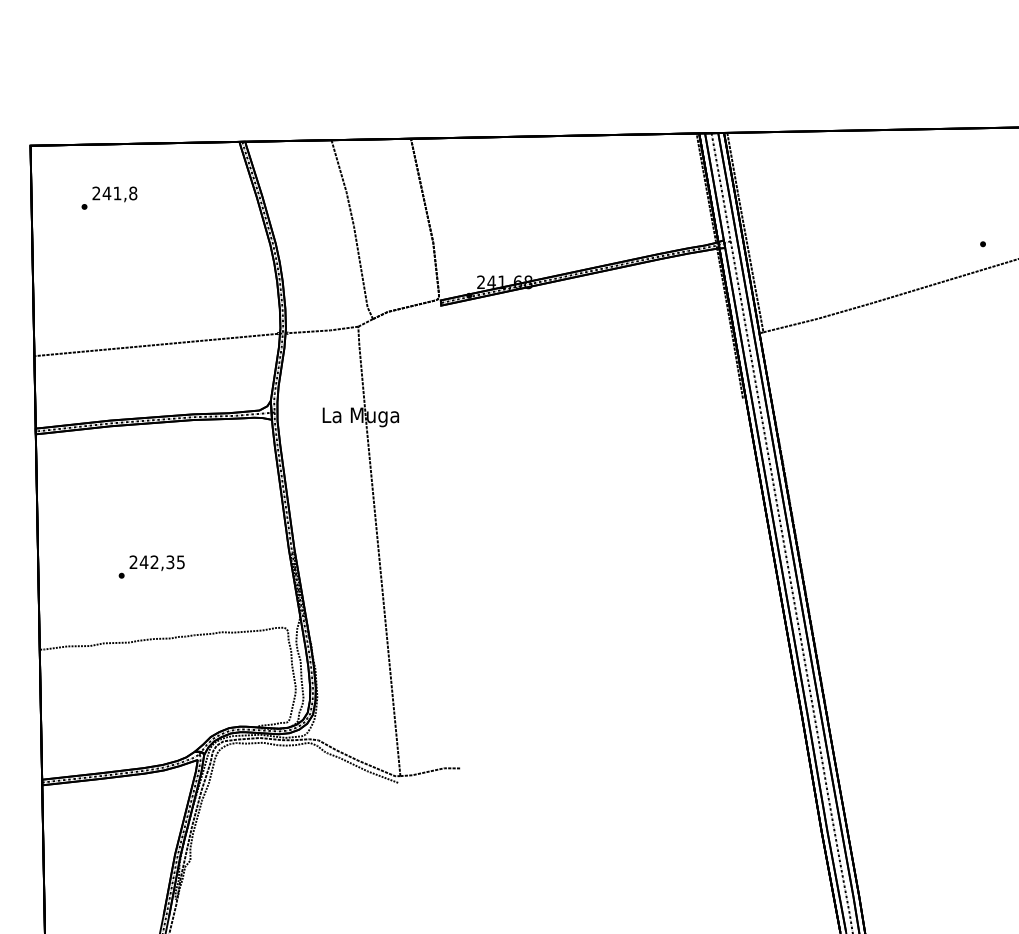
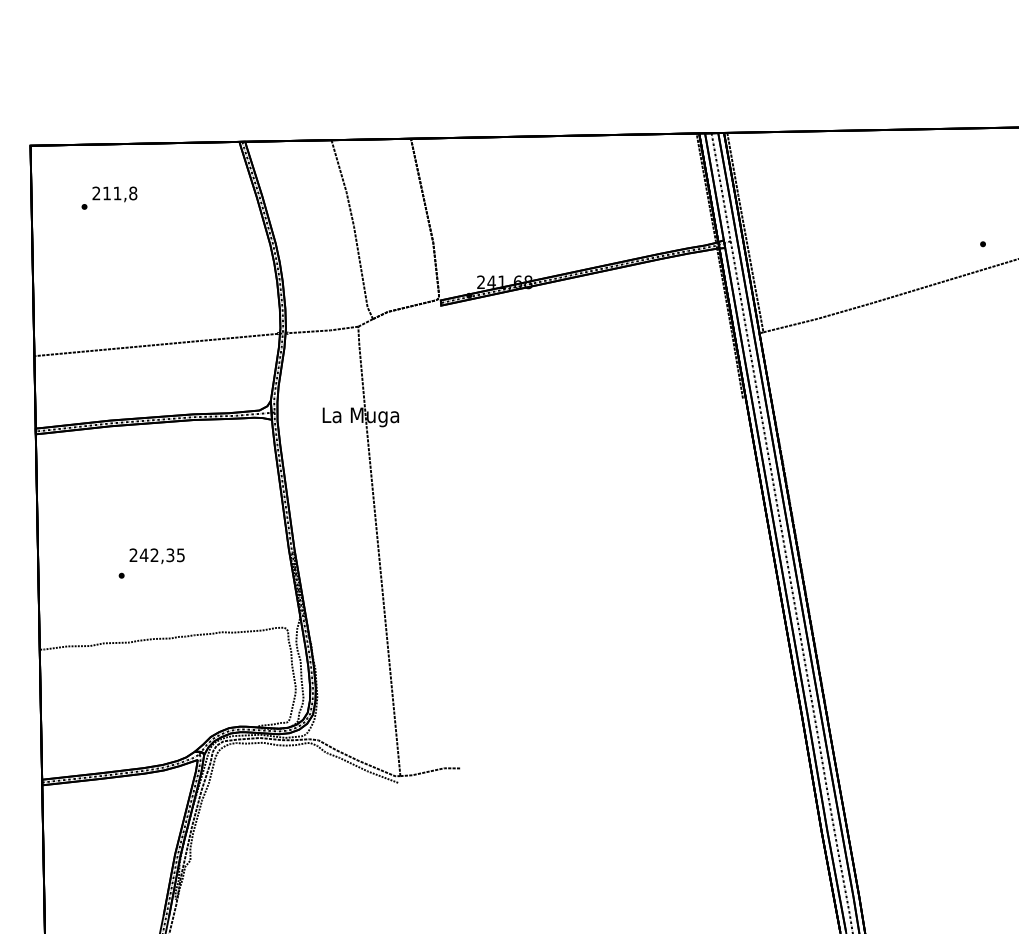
text at (106, 193): 241,8 -> 211,8
text at (156, 562) position: (156, 562) -> (156, 555)
